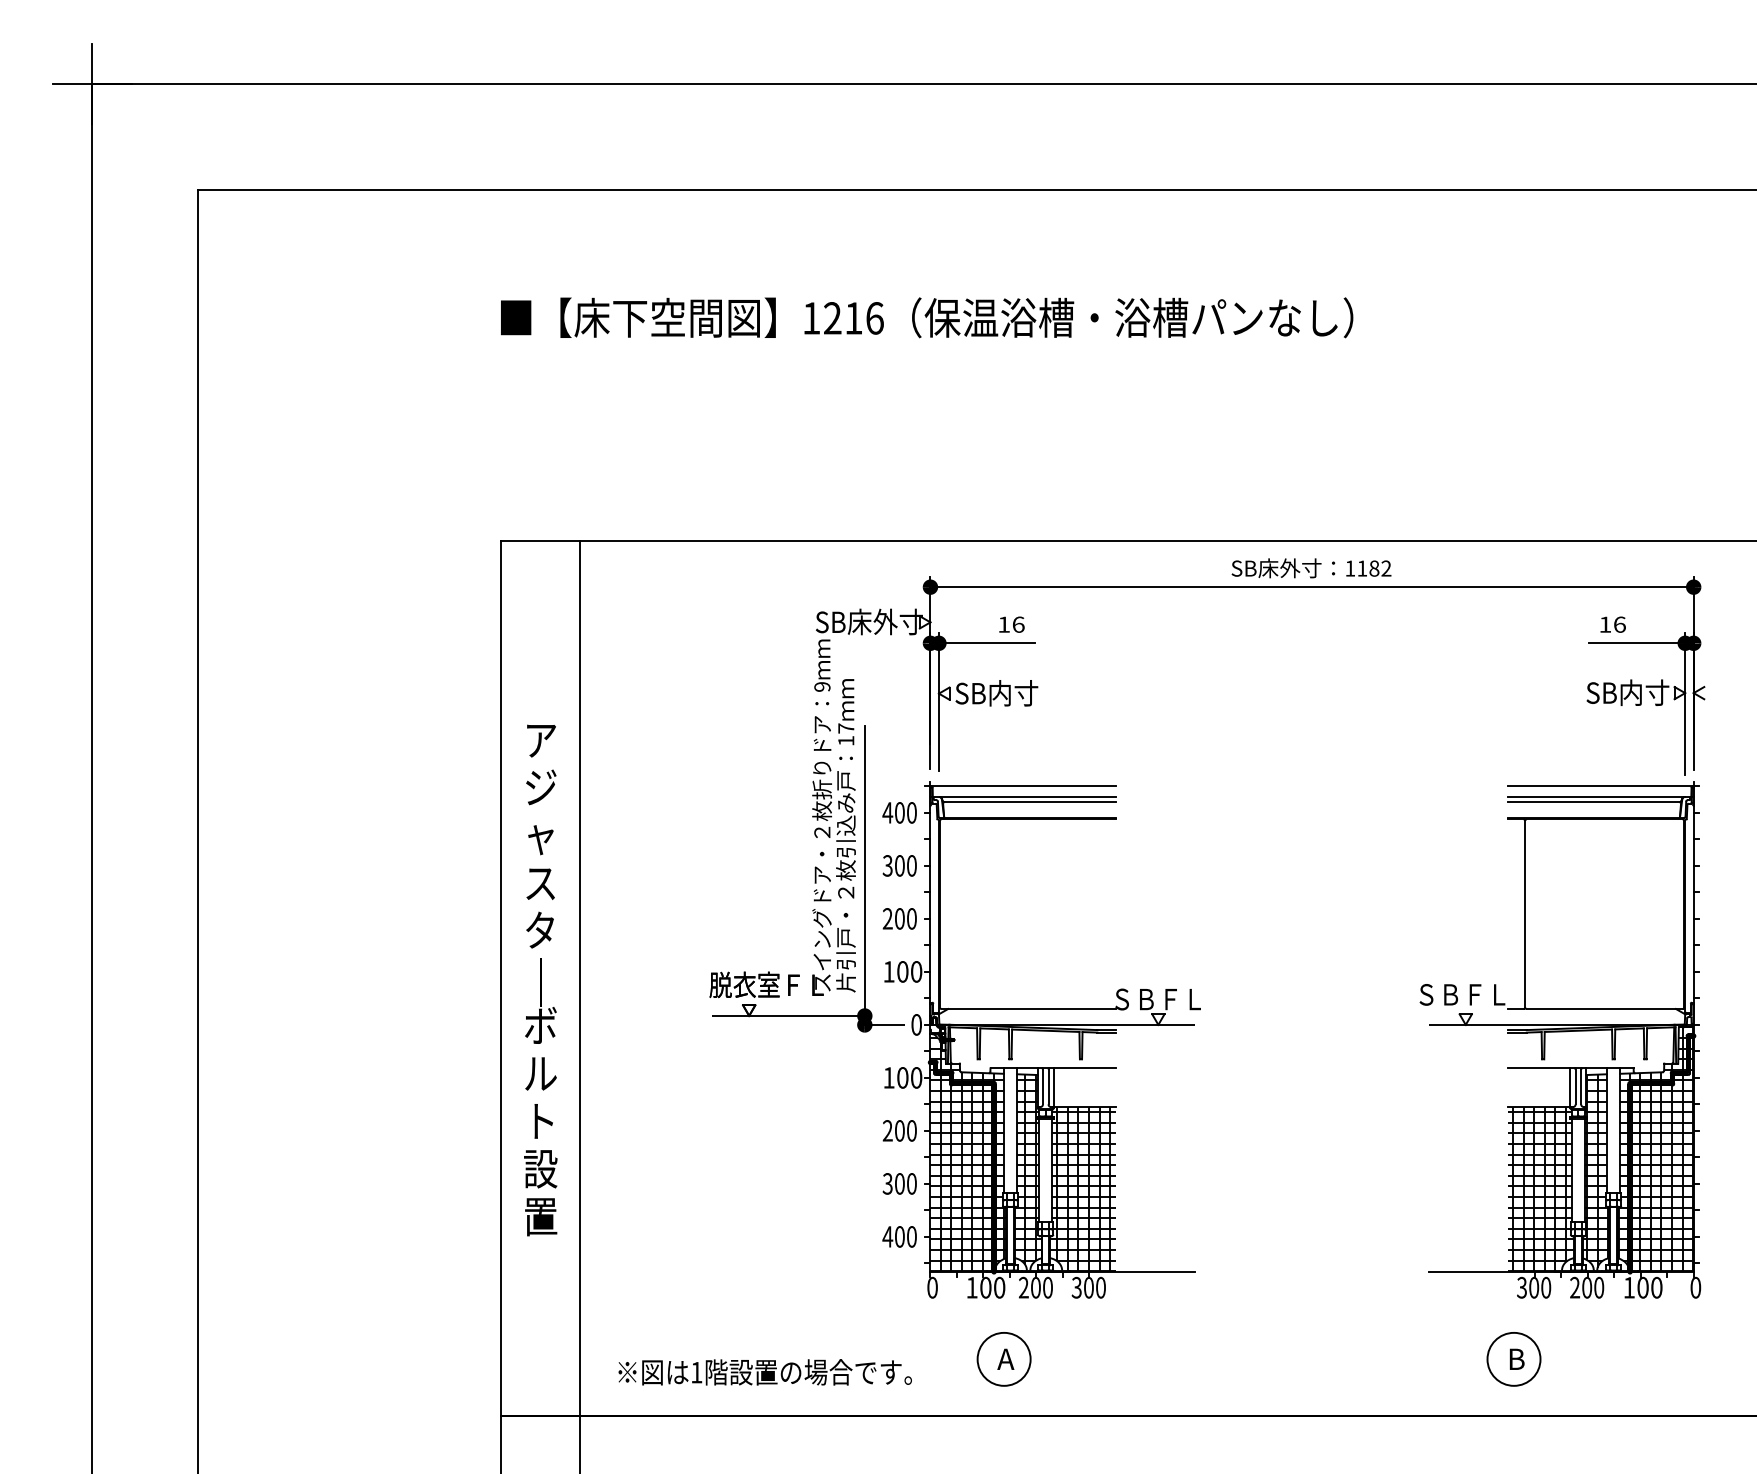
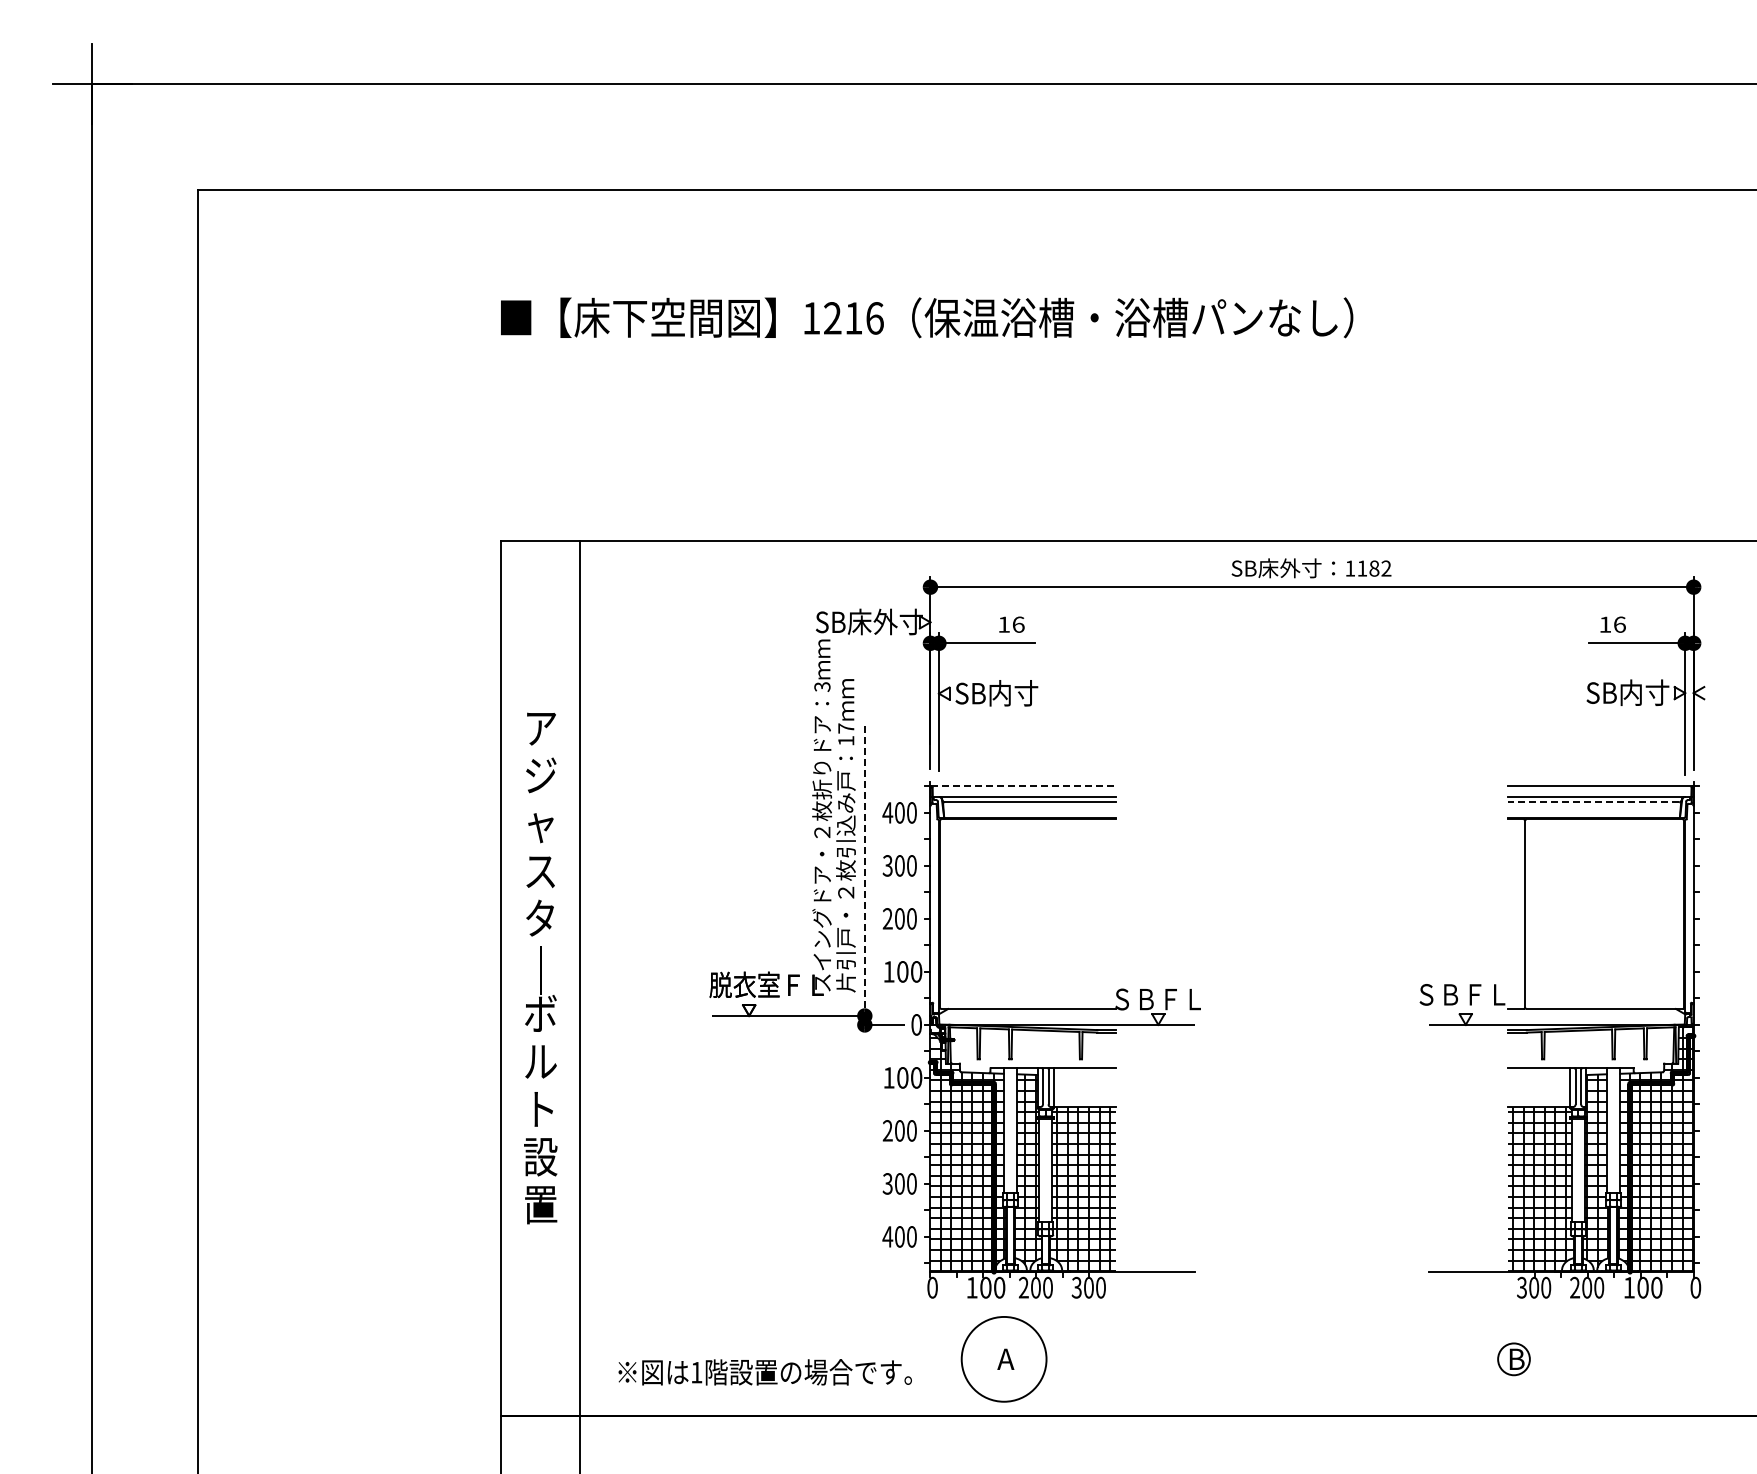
text at (822, 686): 9 -> 3
line at (1023, 786): solid -> dashed
line at (1593, 802): solid -> dashed
line at (864, 871): solid -> dashed
text at (540, 980) position: (540, 980) -> (540, 968)
circle at (1003, 1358) diameter: 53 px -> 85 px
circle at (1513, 1358) diameter: 53 px -> 32 px
